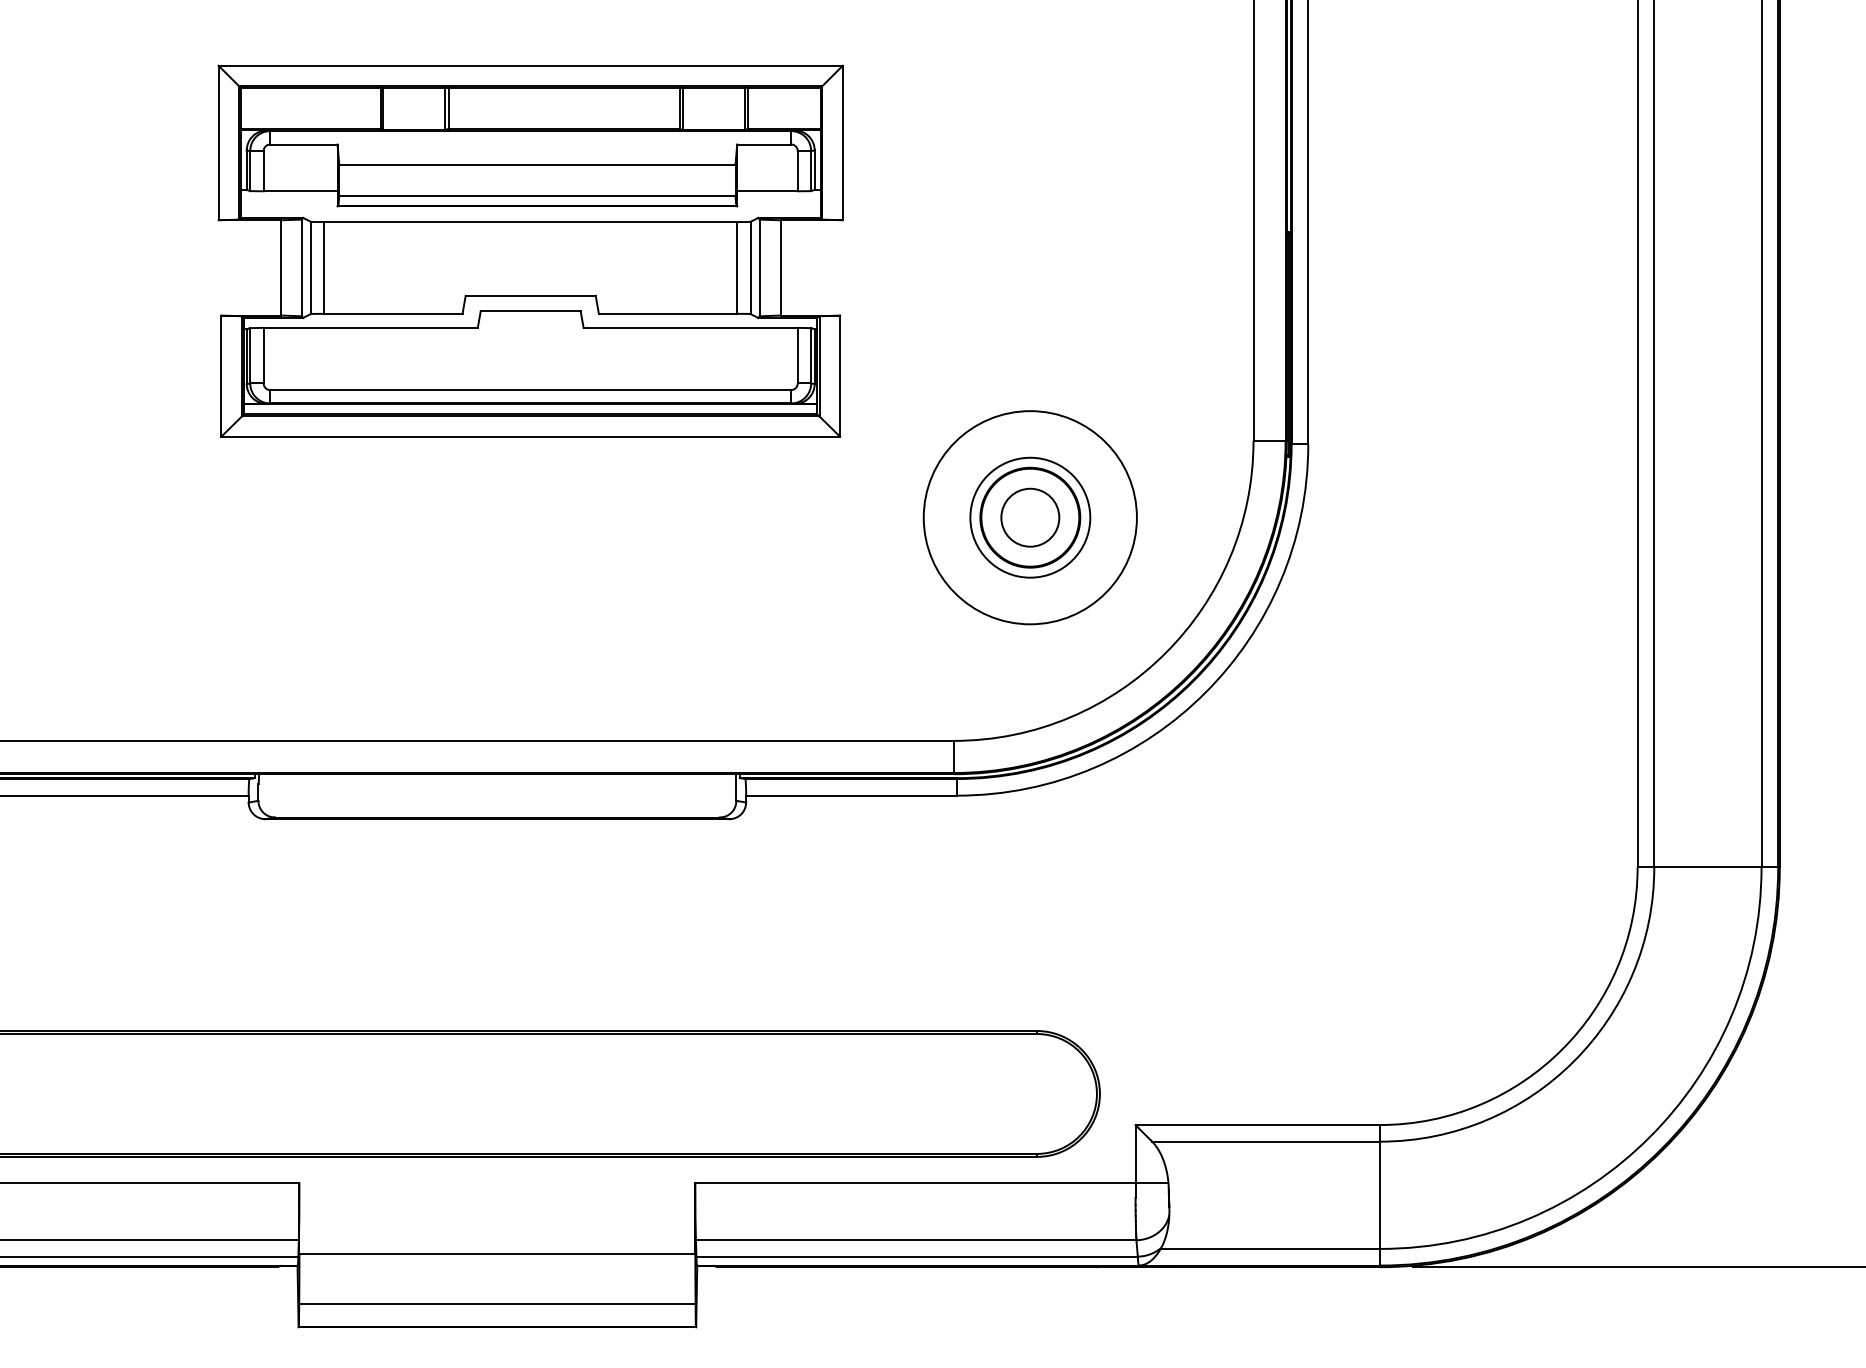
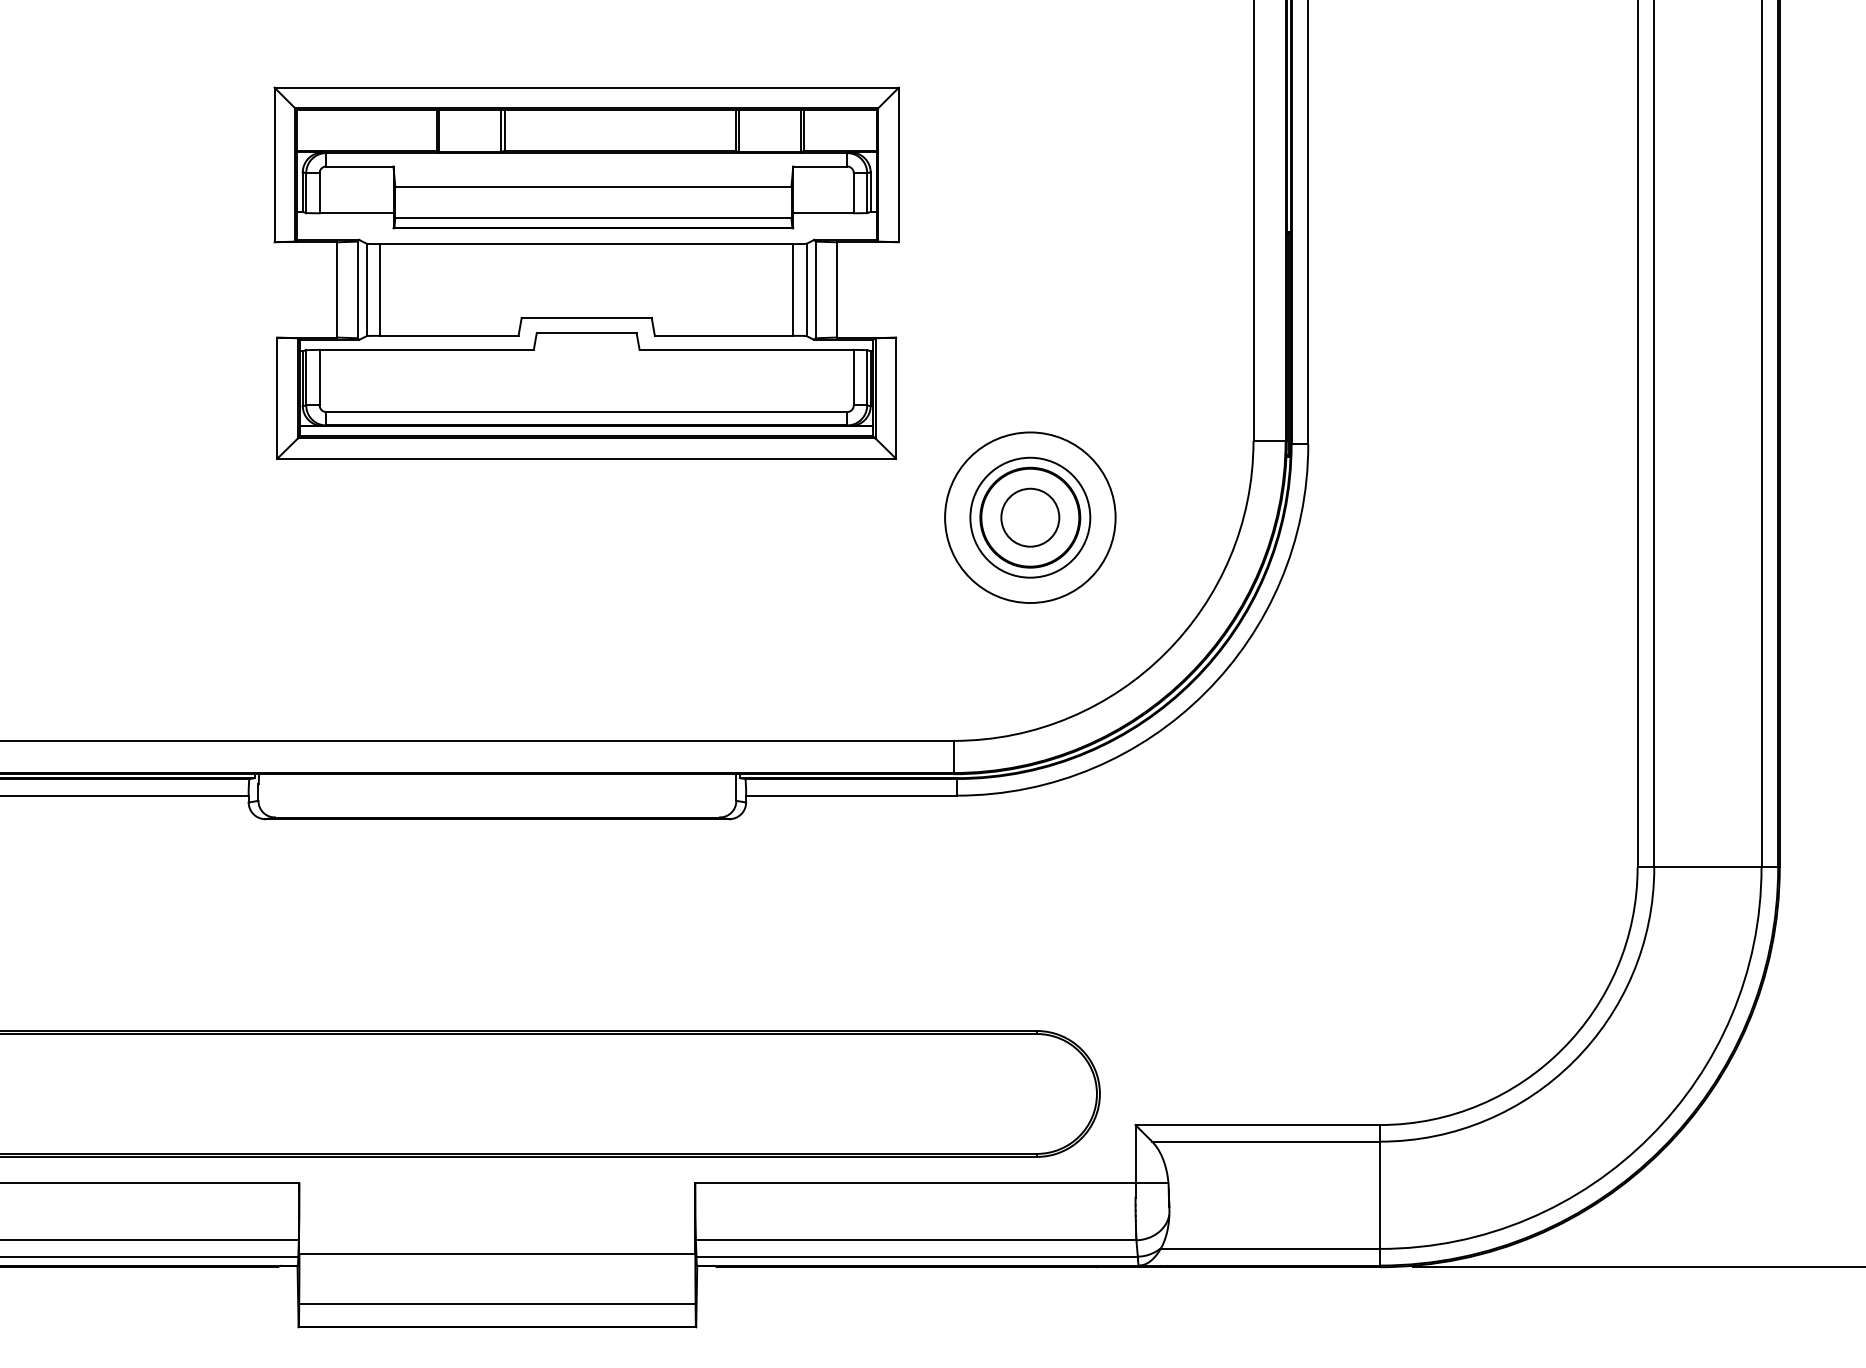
part at (530, 250) position: (530, 250) -> (586, 272)
circle at (1029, 517) diameter: 213 px -> 171 px
